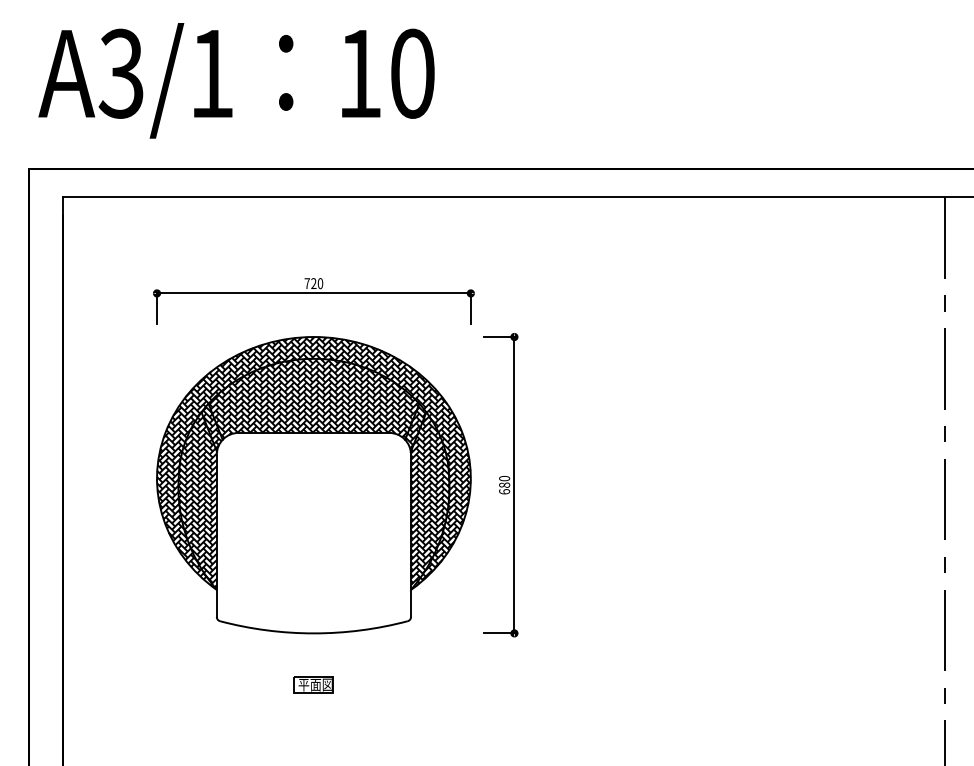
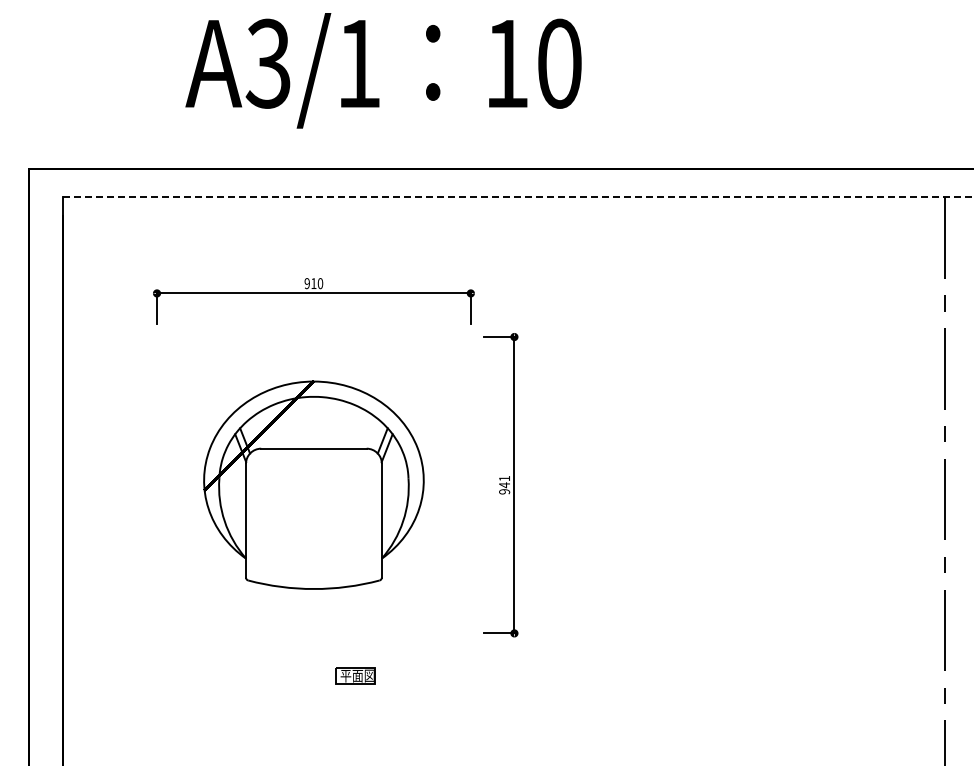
text at (236, 80) position: (236, 80) -> (383, 70)
line at (518, 197): solid -> dashed
text at (310, 283): 720 -> 910
part at (313, 485) size: 316x299 px -> 222x210 px
text at (504, 485): 680 -> 941
part at (313, 684) position: (313, 684) -> (355, 675)
